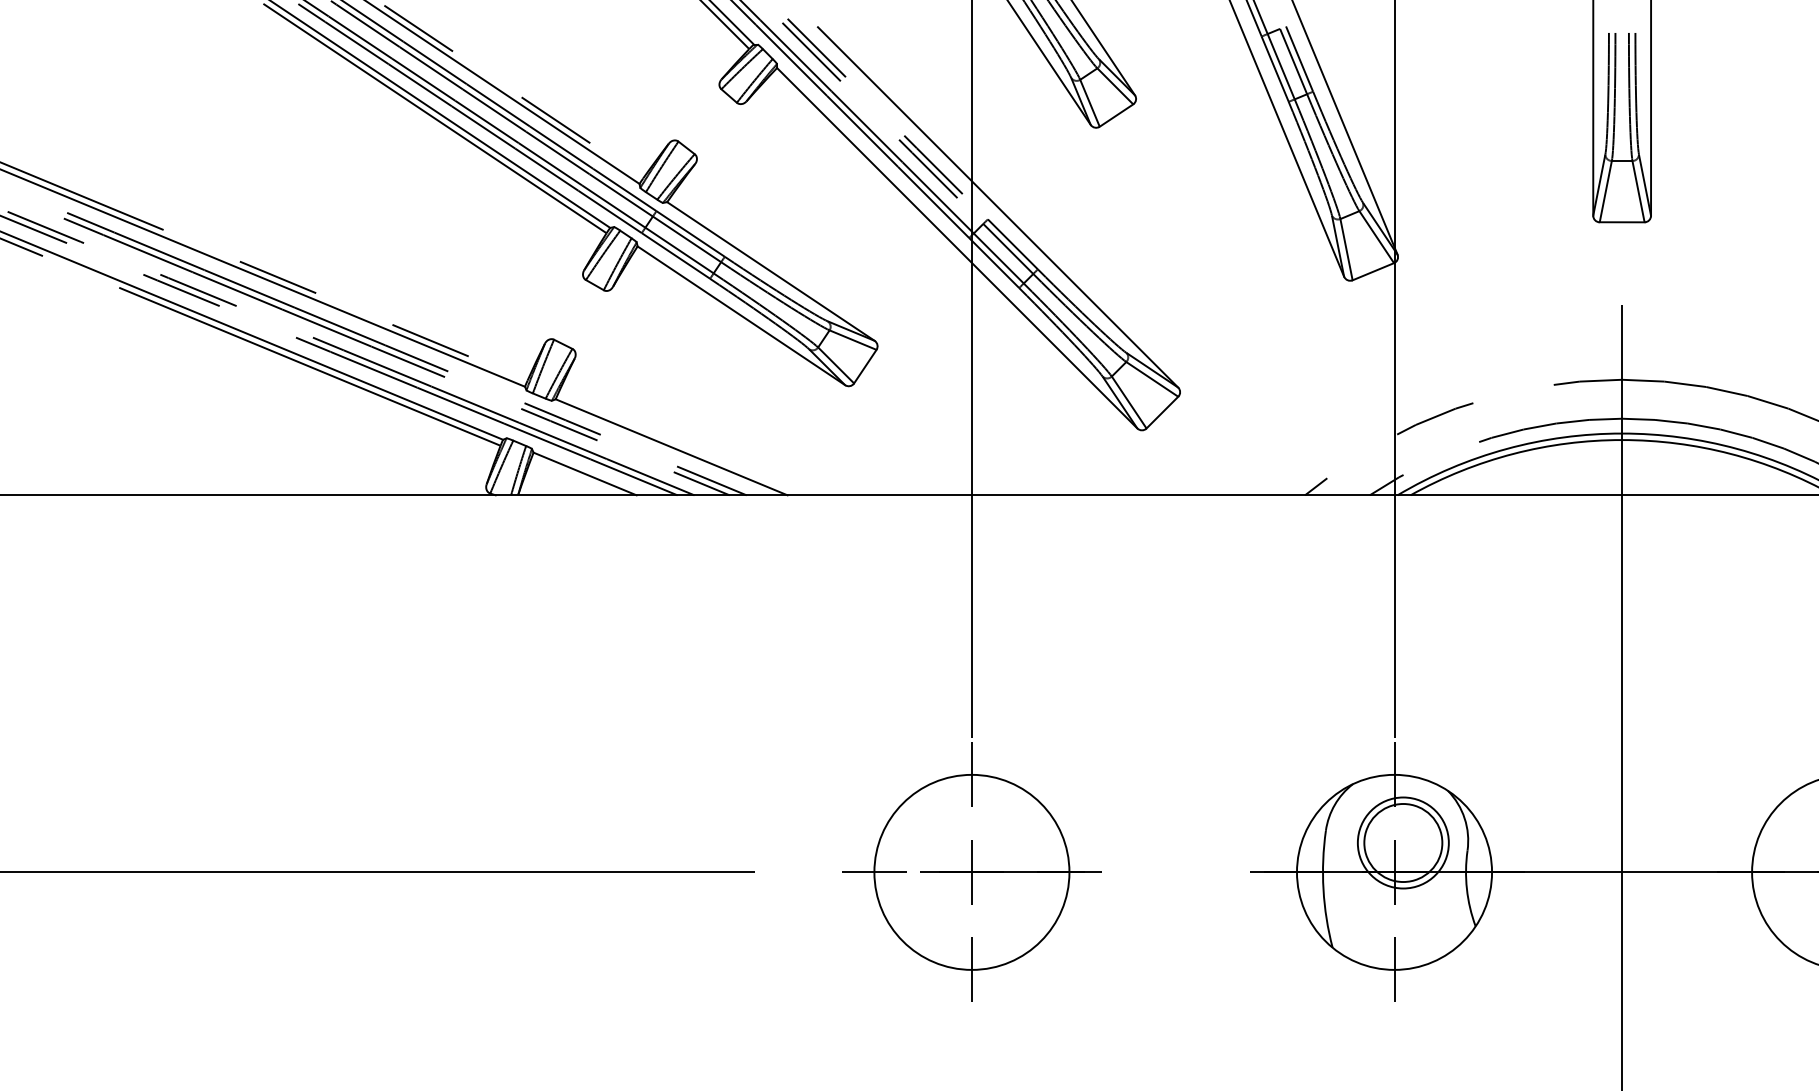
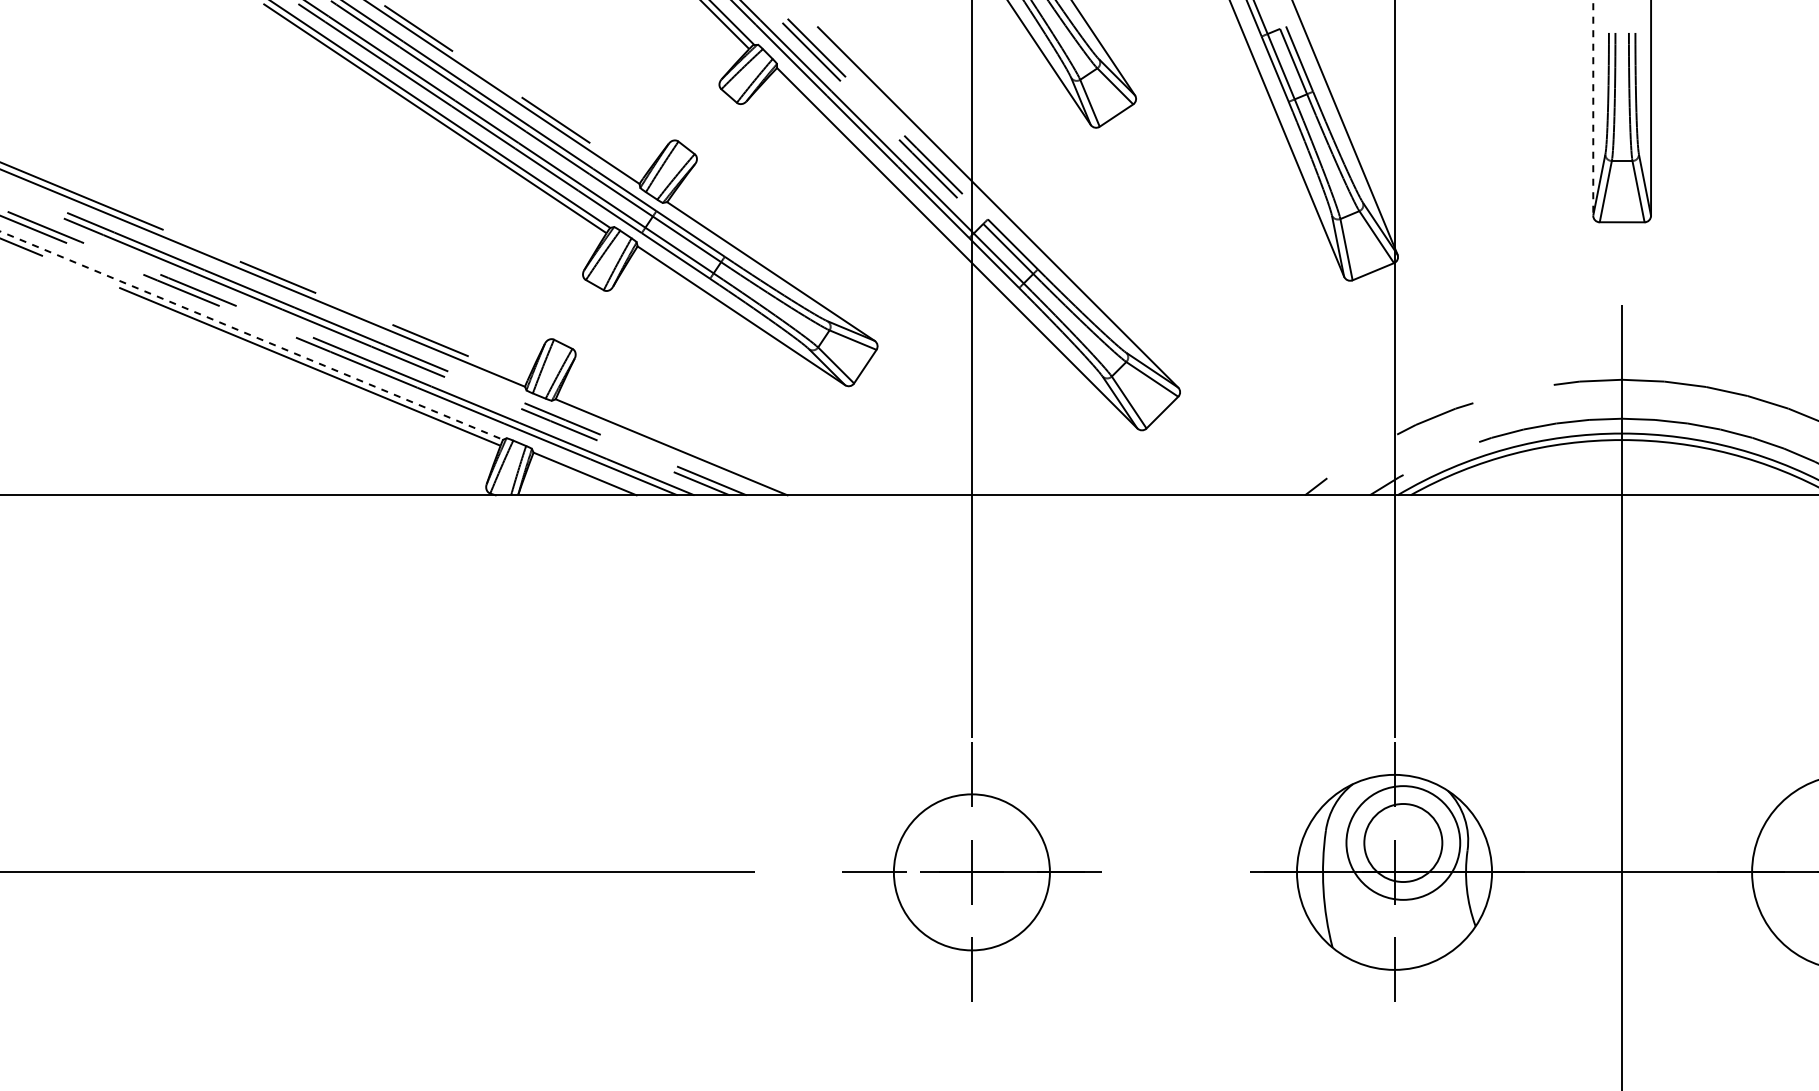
line at (1593, 108): solid -> dashed
line at (251, 335): solid -> dashed
circle at (1402, 842) diameter: 91 px -> 114 px
circle at (971, 871) diameter: 195 px -> 156 px
